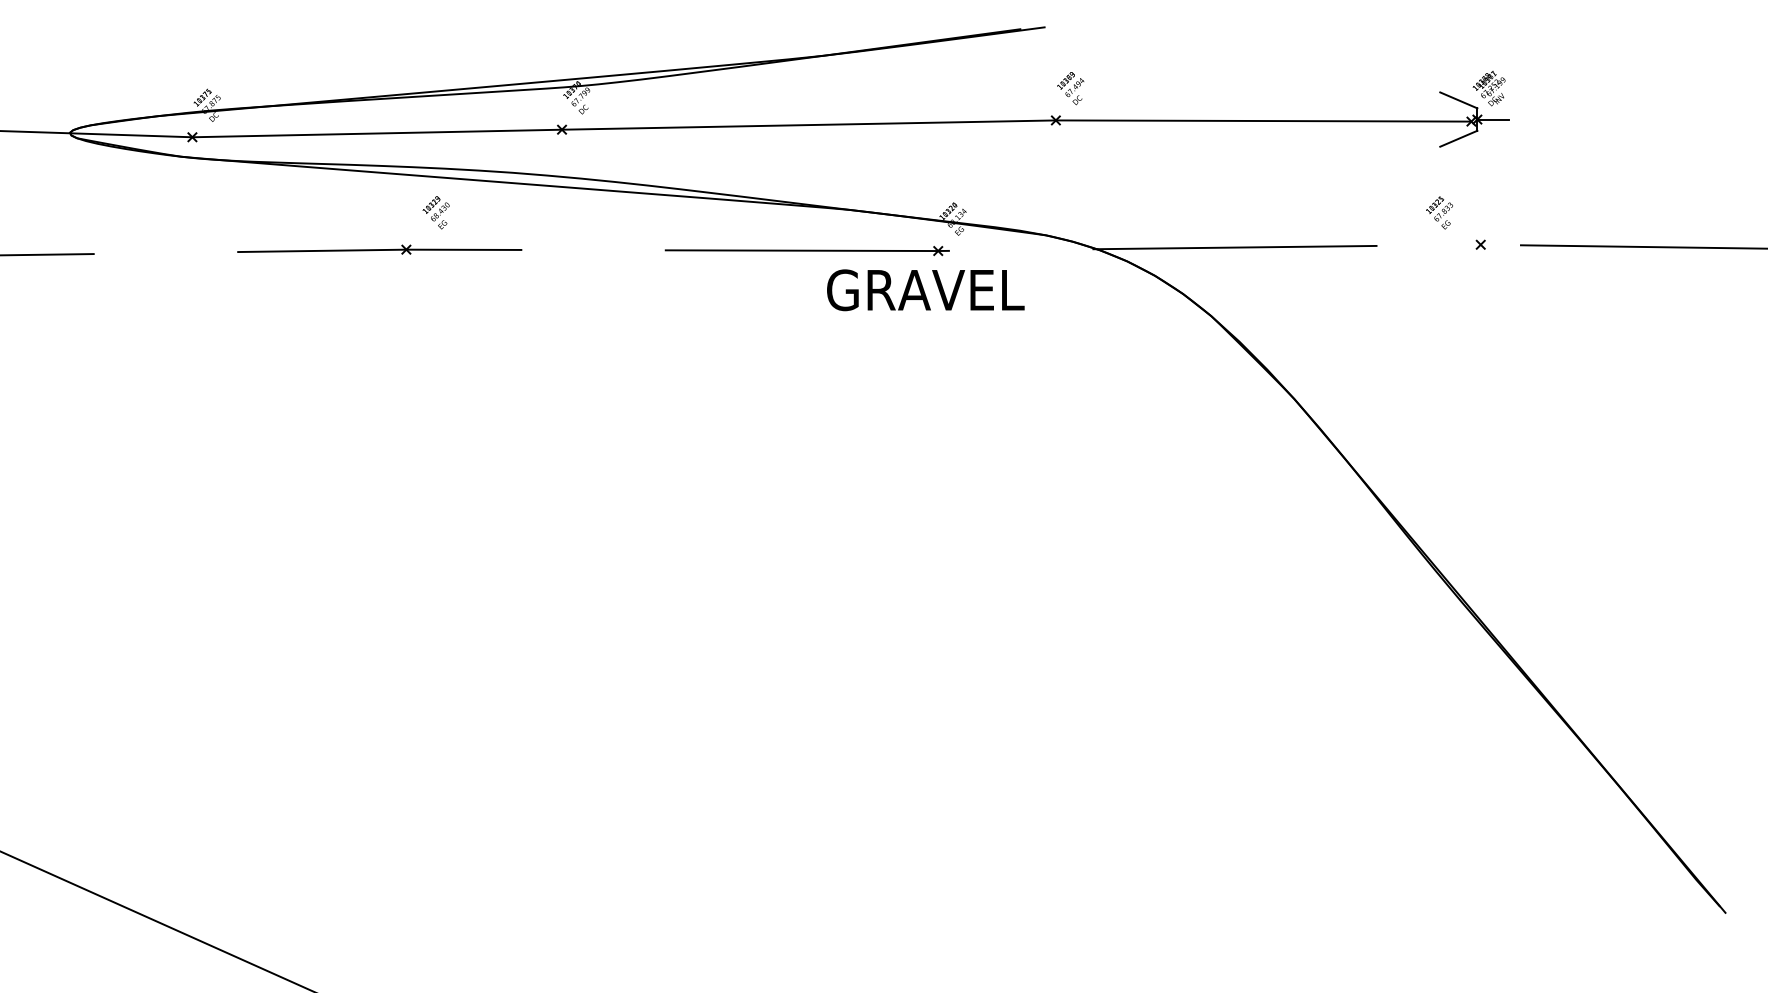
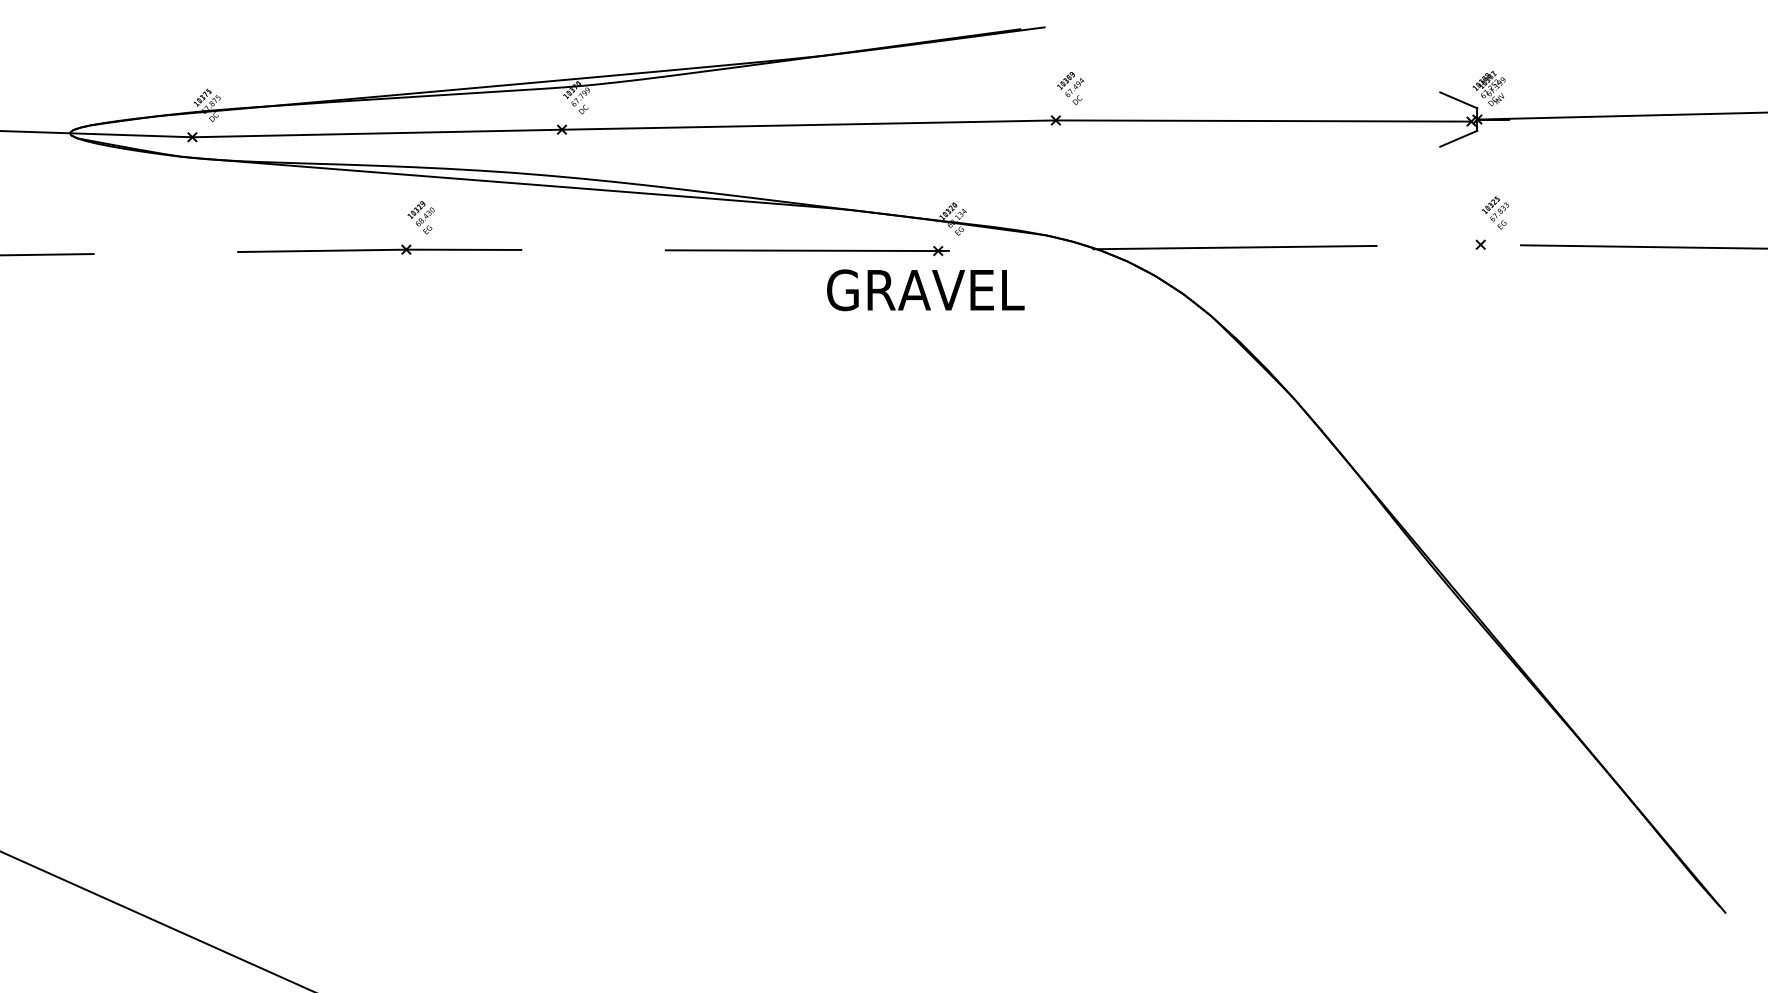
line at (1620, 115): none -> present
text at (435, 212) position: (435, 212) -> (420, 217)
text at (1439, 212) position: (1439, 212) -> (1495, 212)
